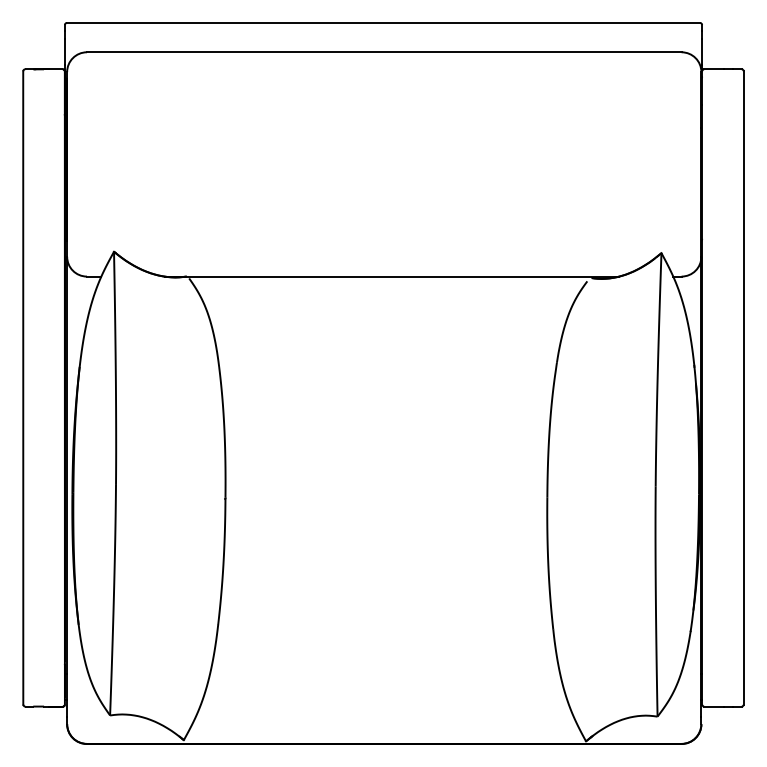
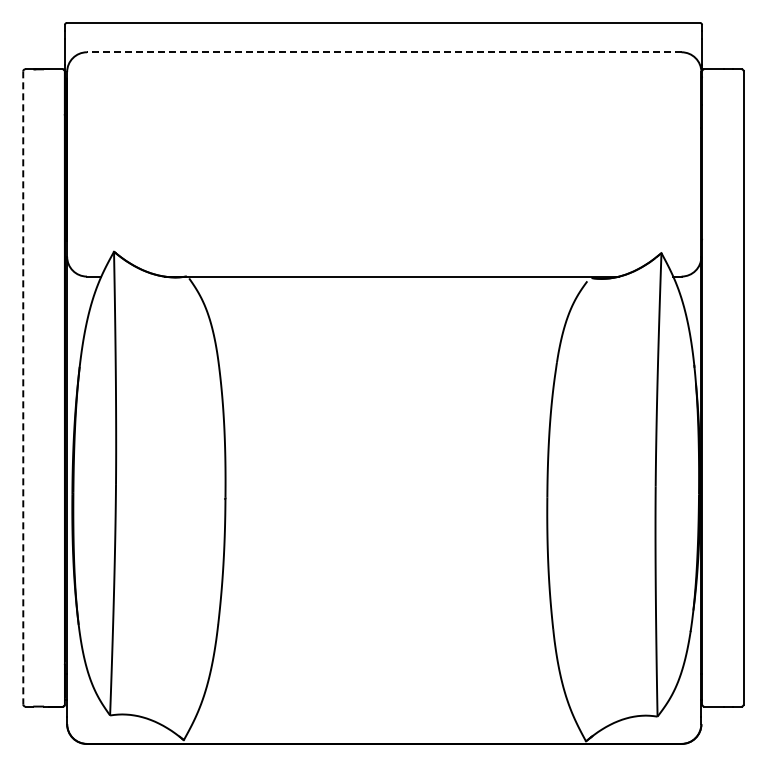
line at (383, 52): solid -> dashed
line at (23, 387): solid -> dashed
